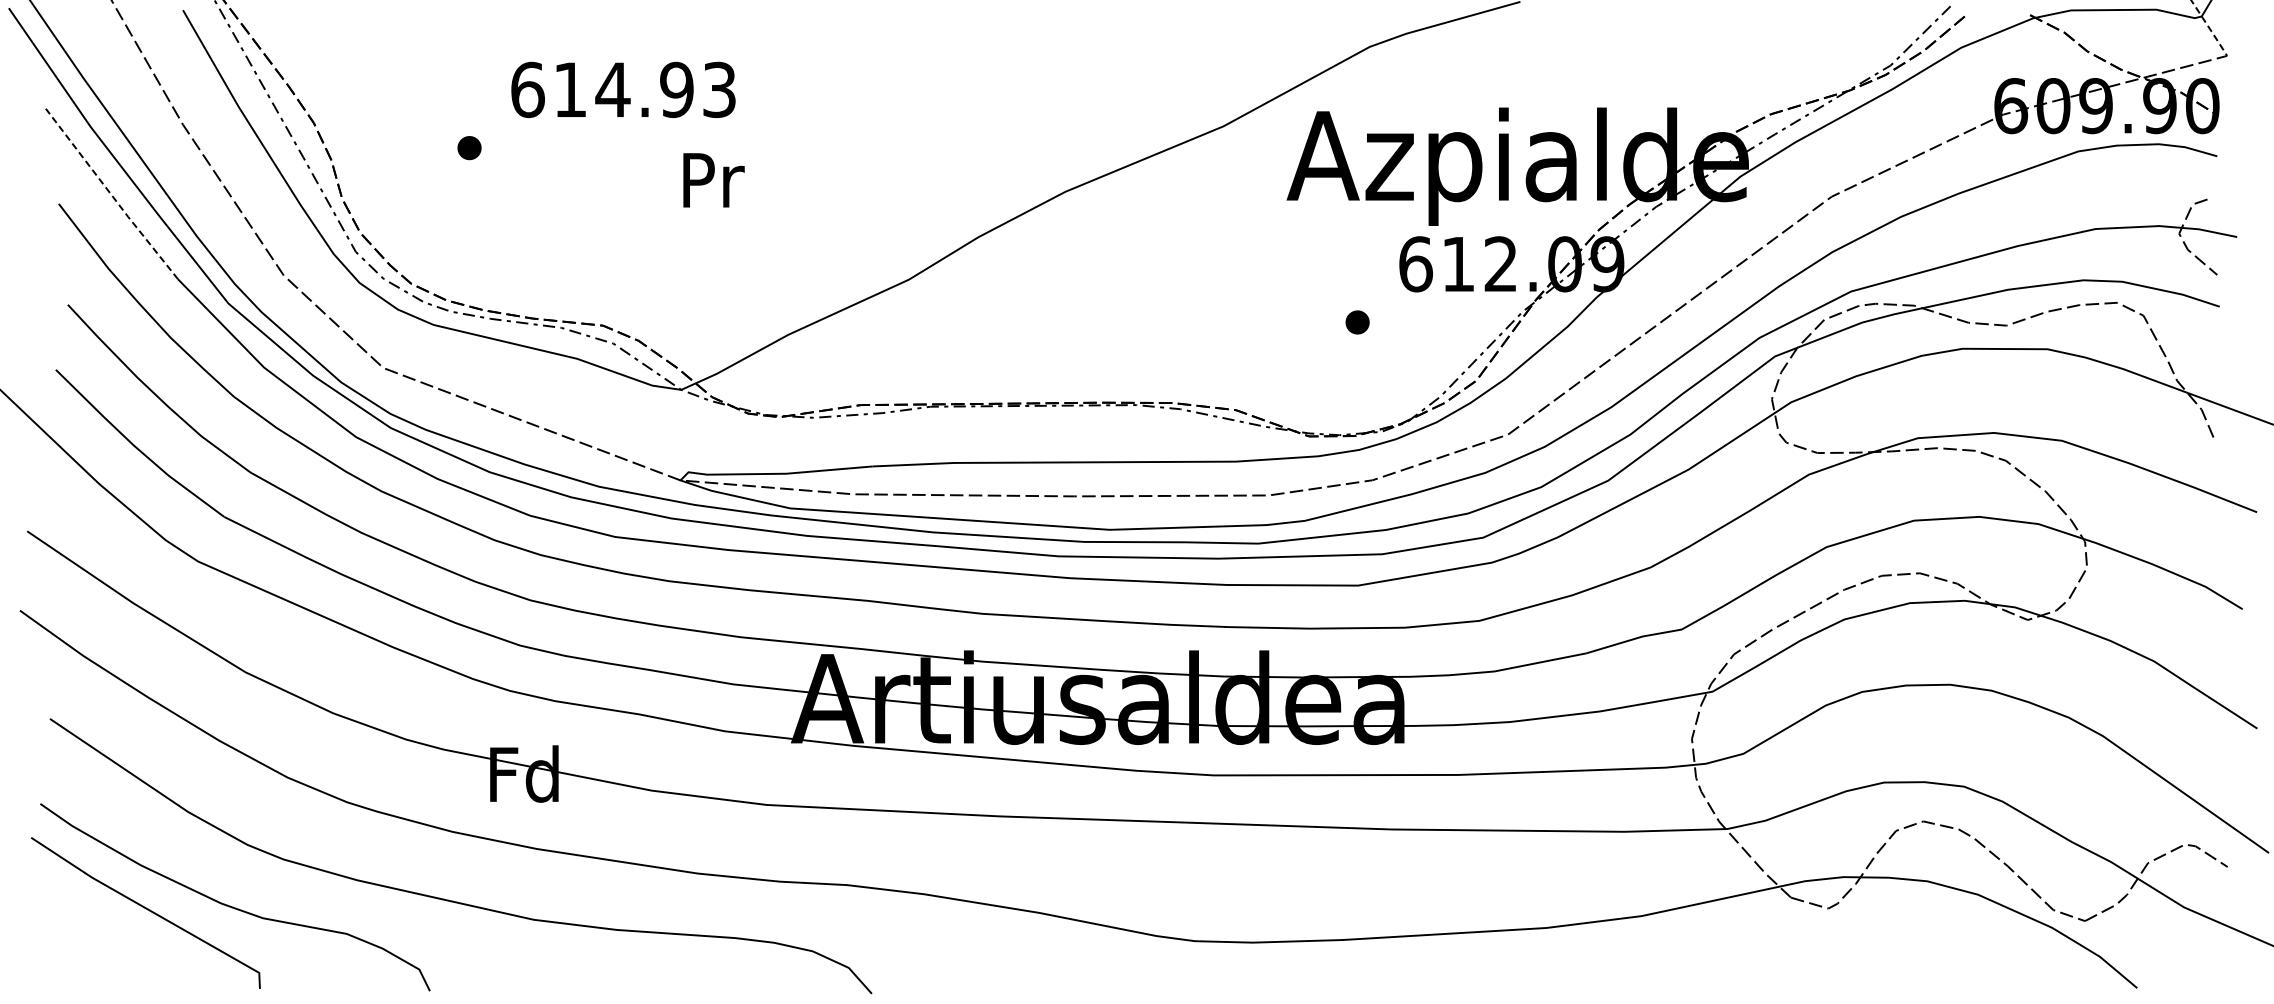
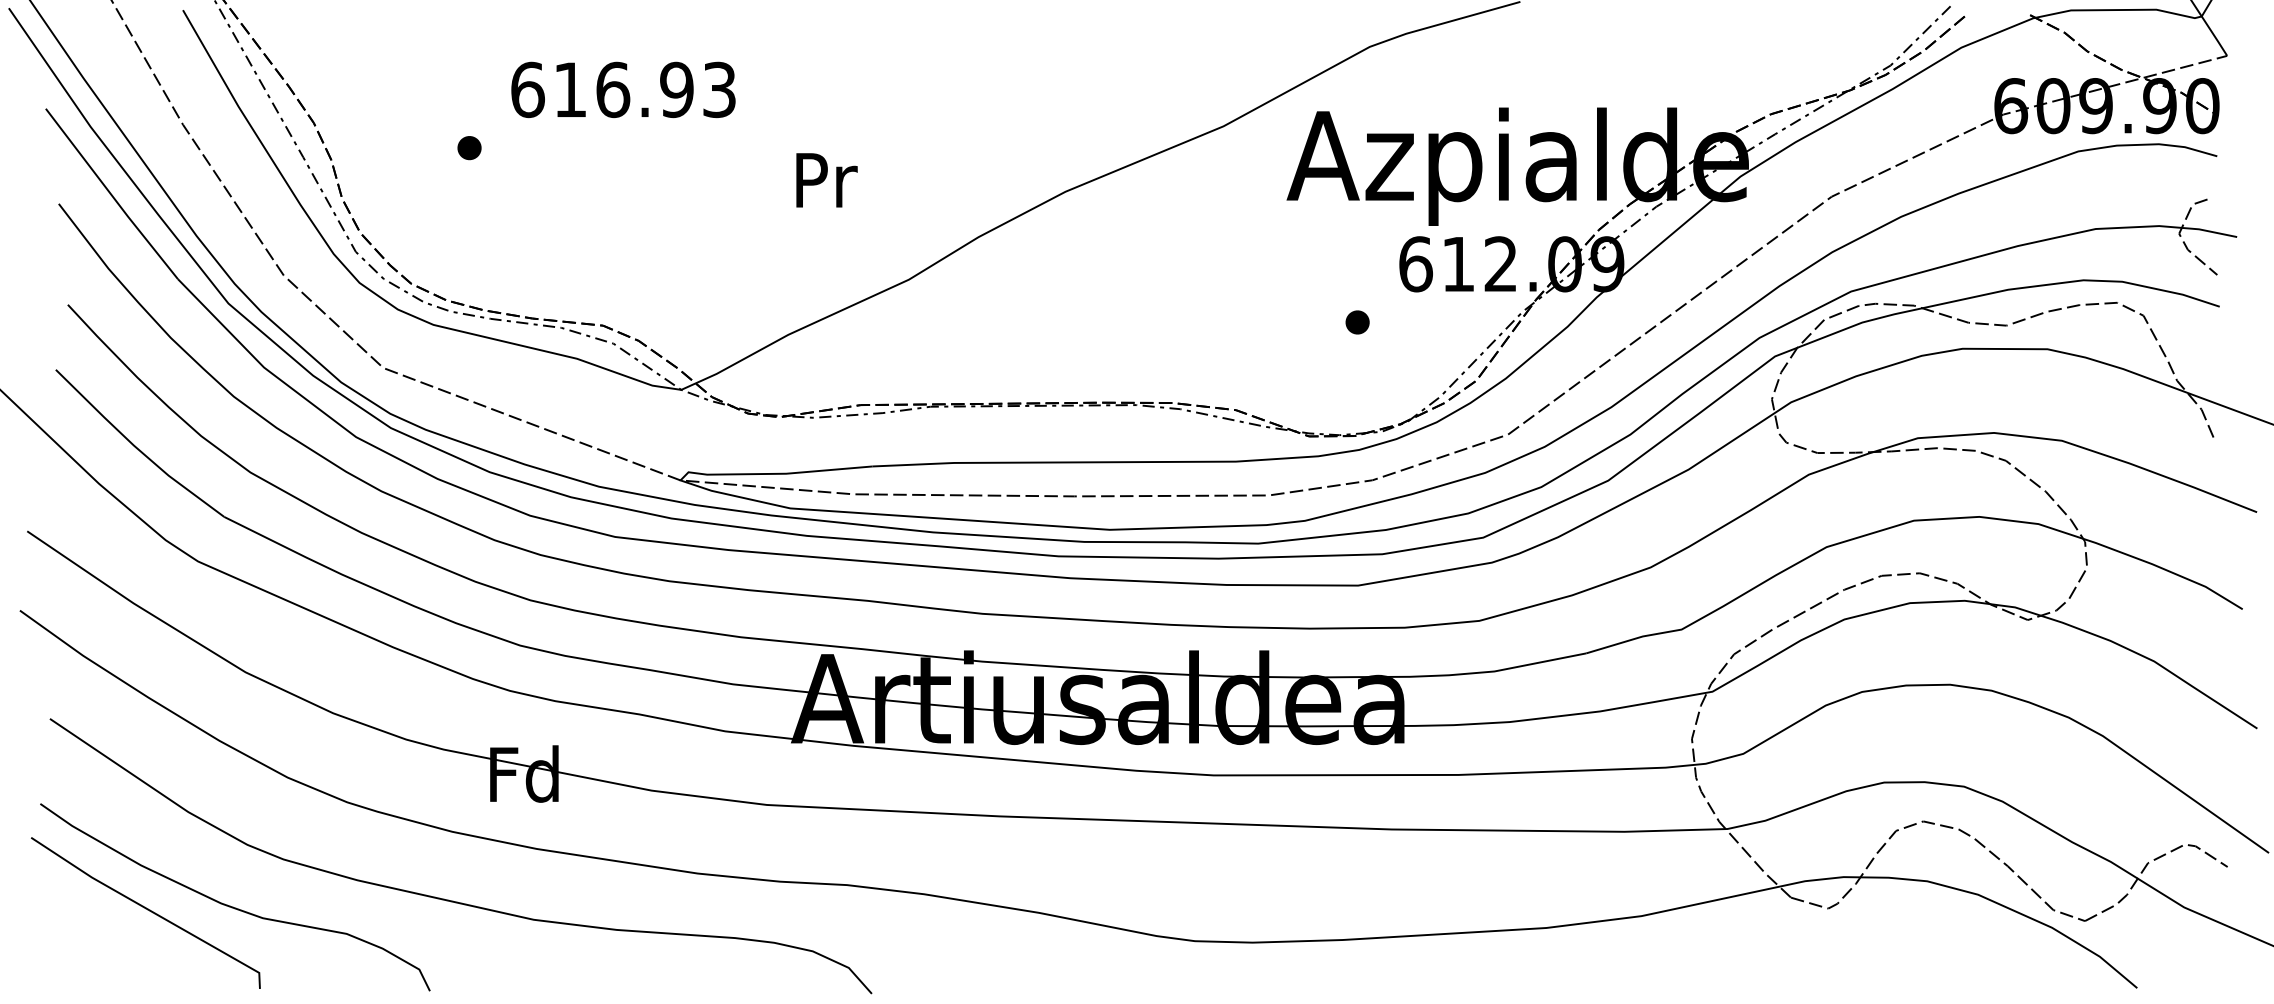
line at (2209, 29): dashed -> solid
text at (612, 89): 614.93 -> 616.93
text at (713, 180) position: (713, 180) -> (826, 180)
line at (111, 194): dashed -> solid
